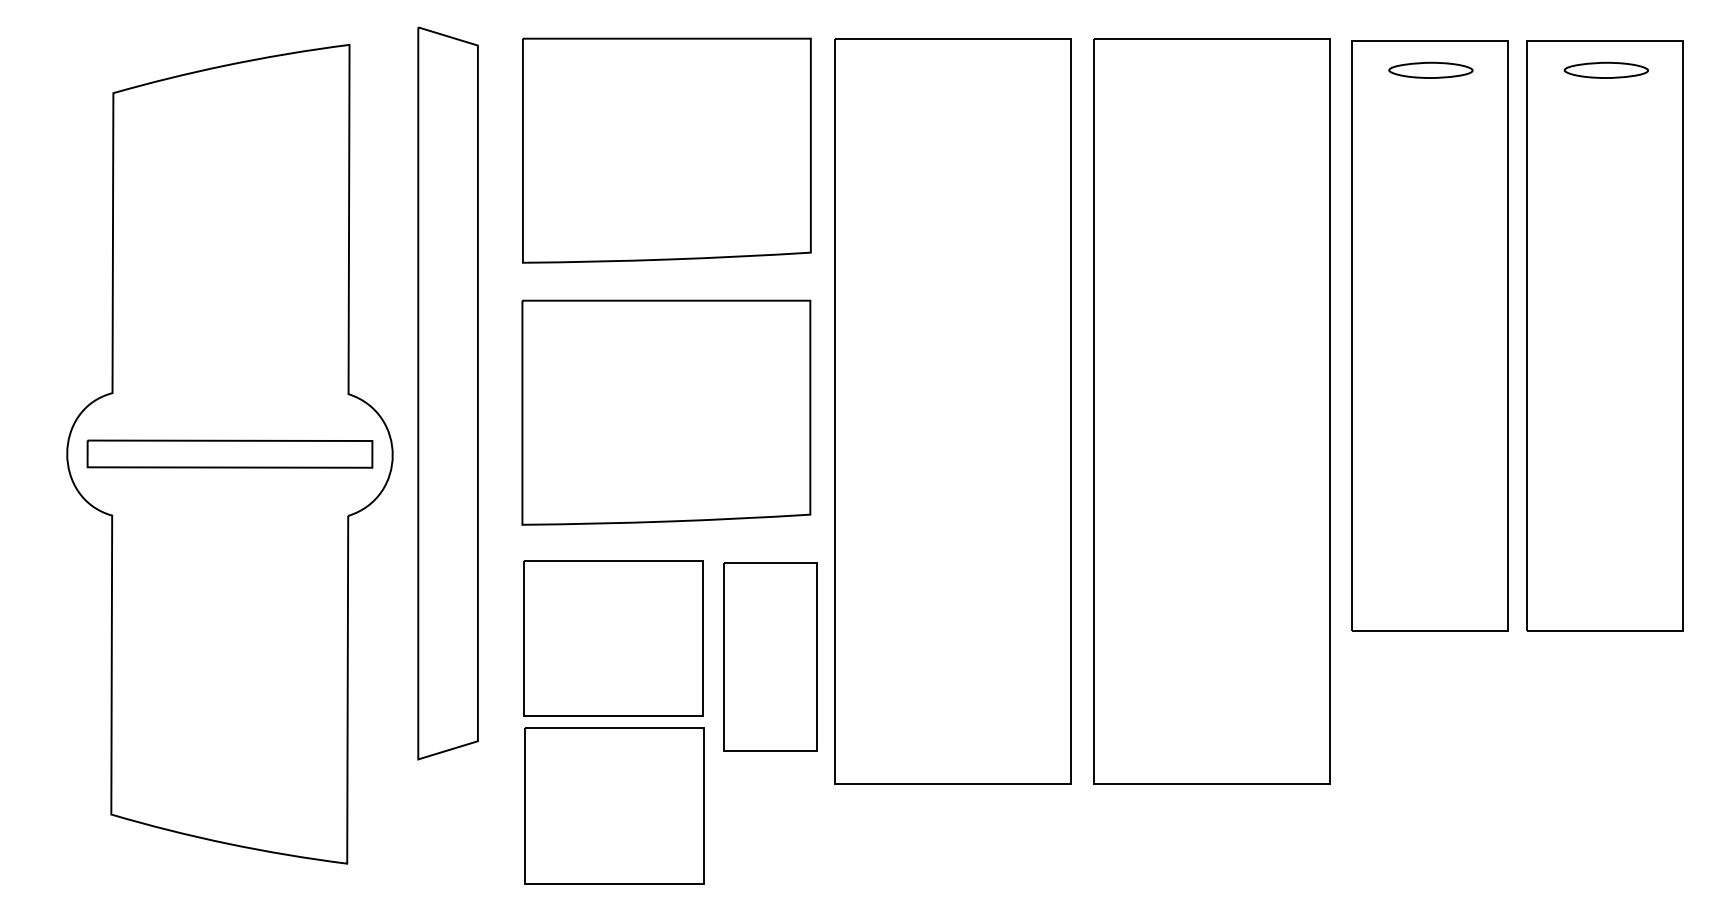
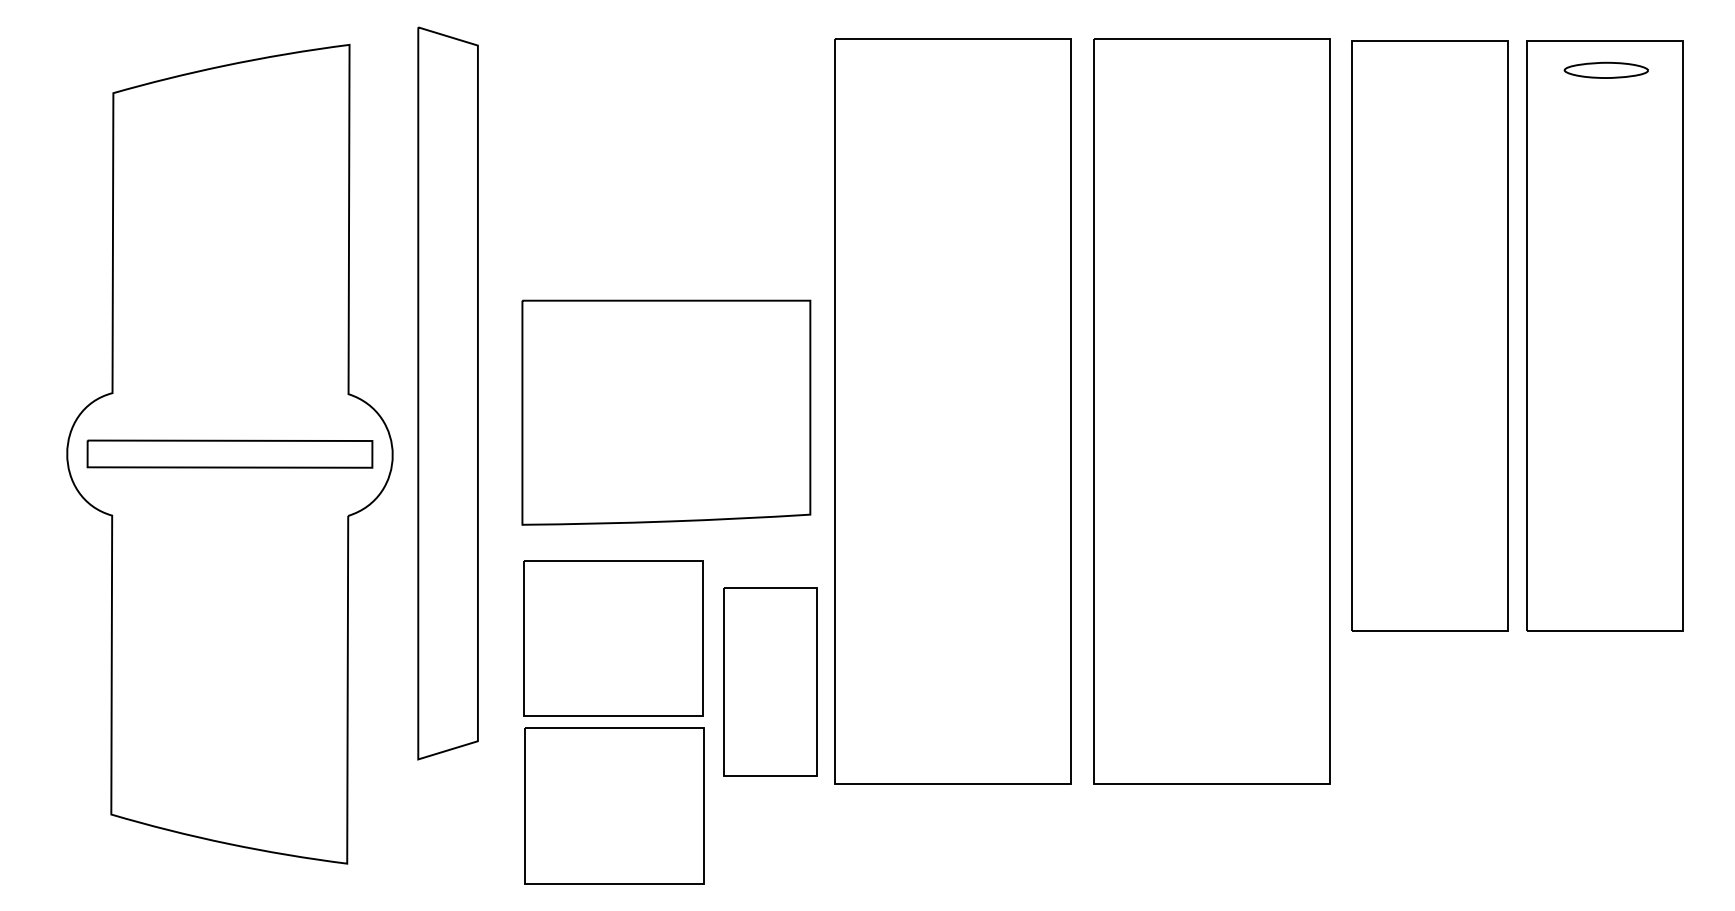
part at (1430, 69): present -> none
part at (666, 150): present -> none
part at (770, 656) position: (770, 656) -> (770, 681)
